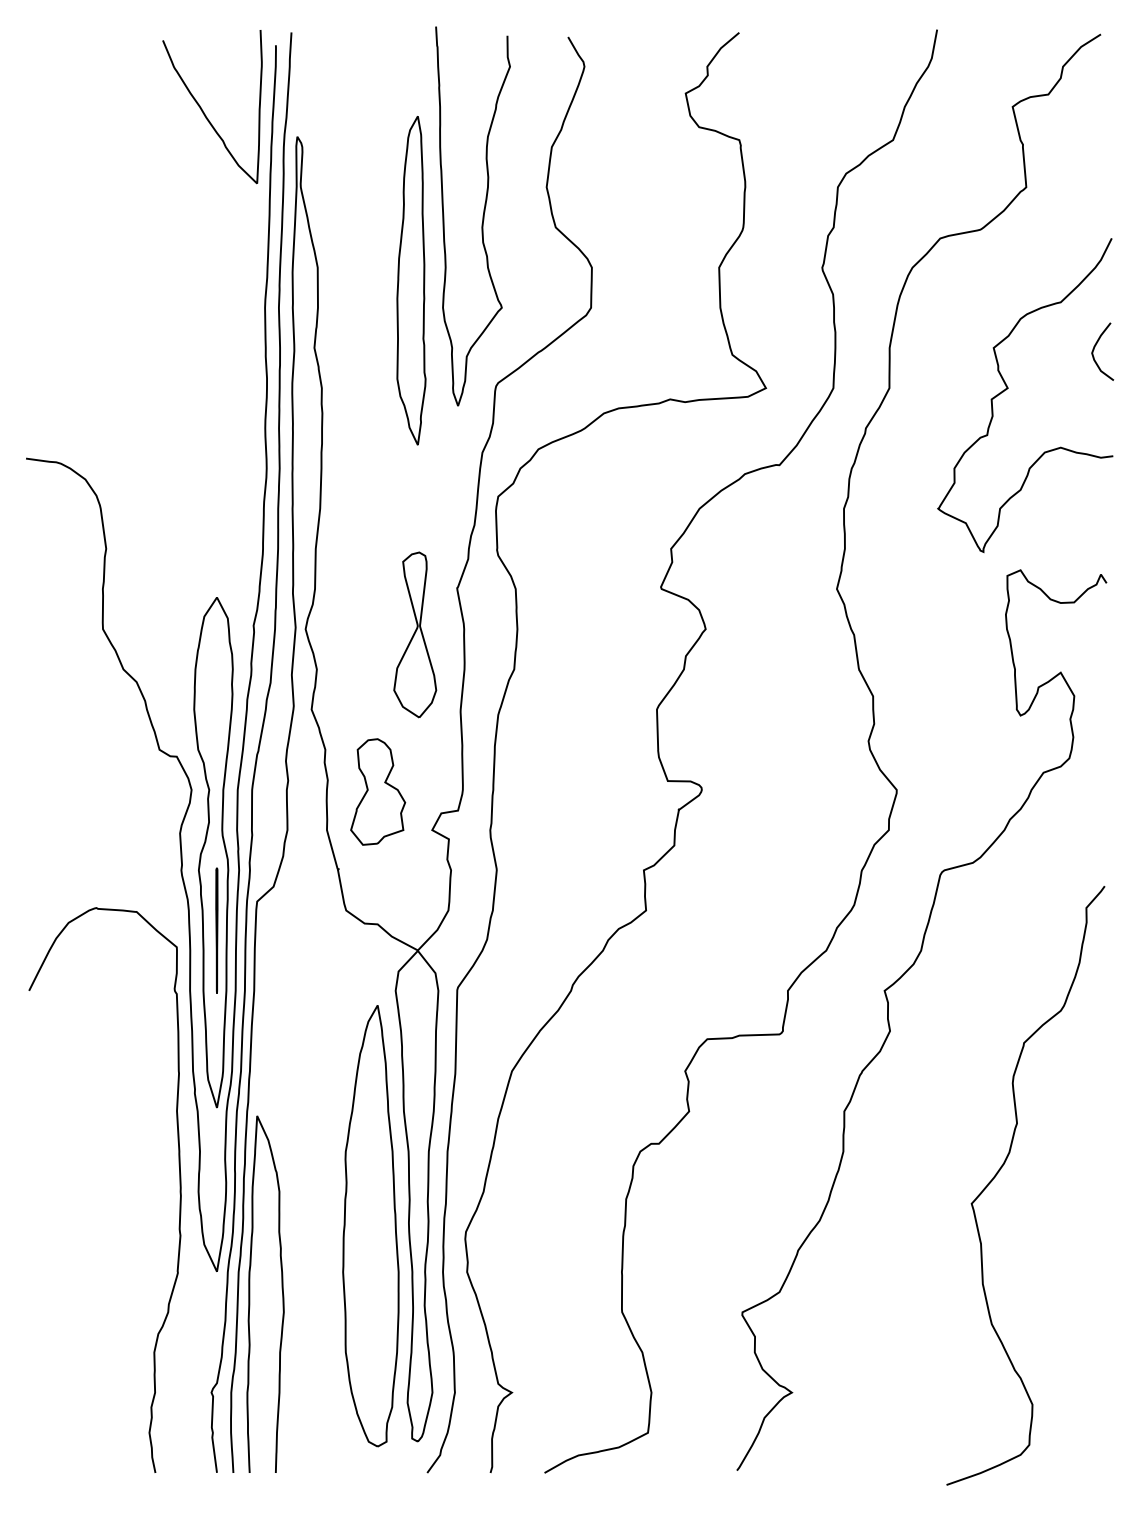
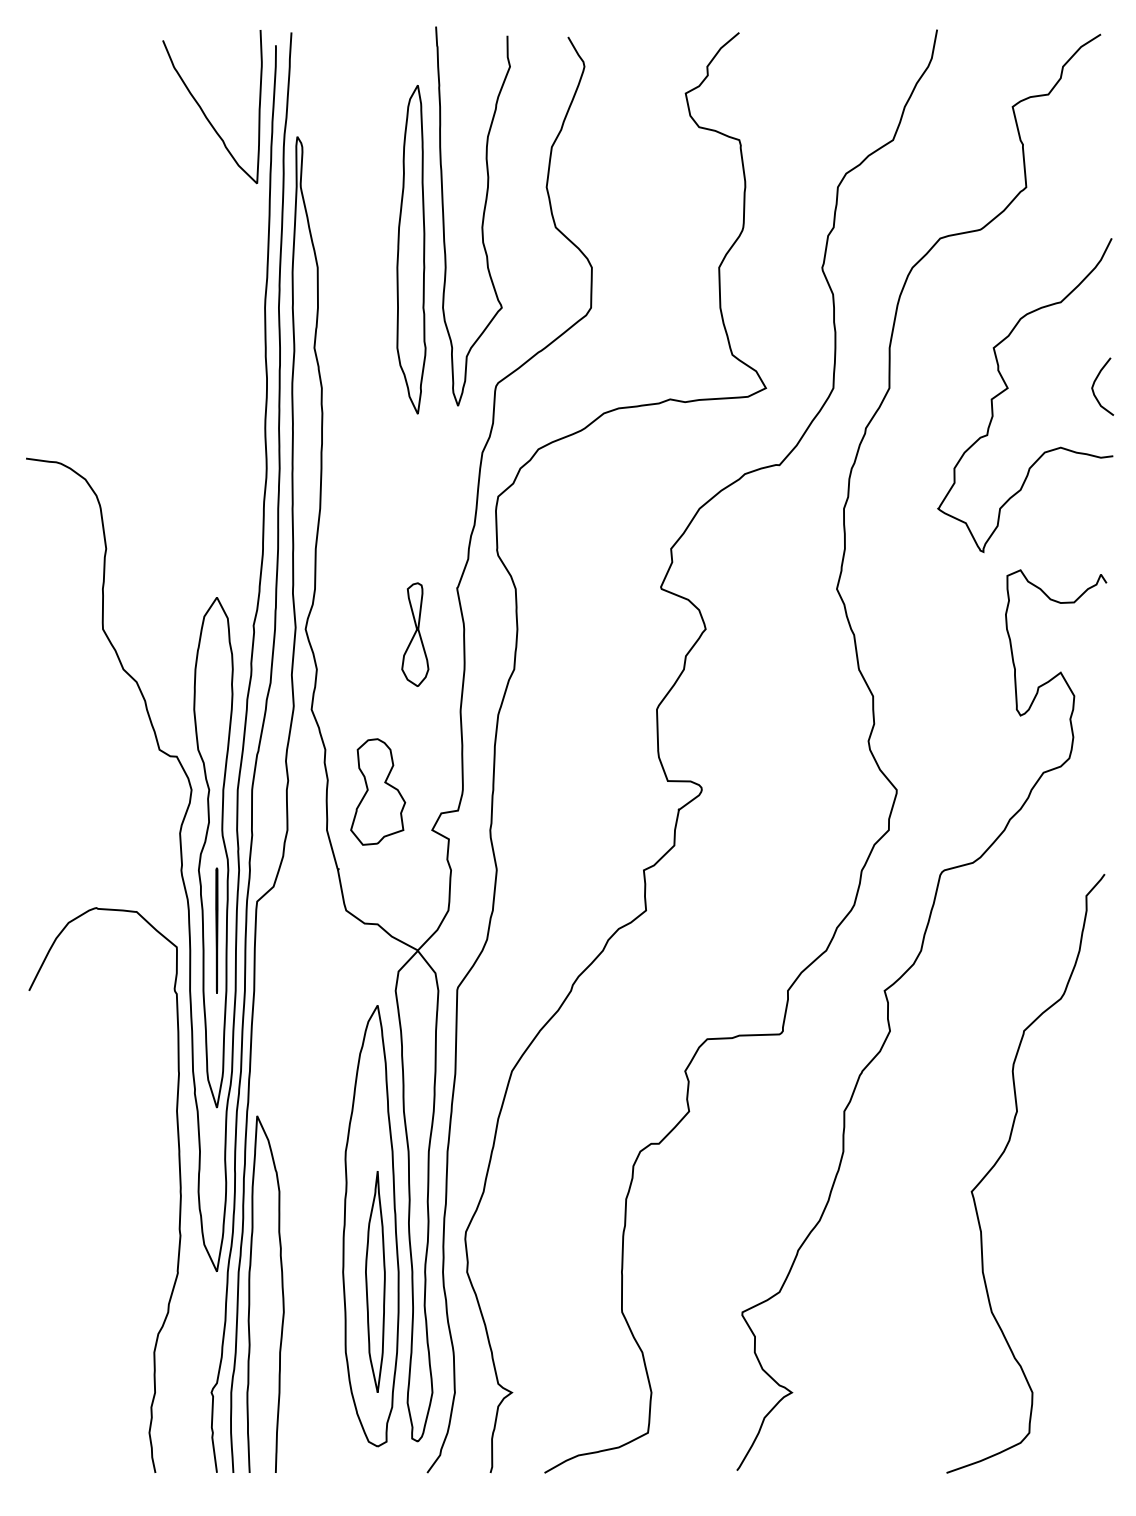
part at (411, 280) position: (411, 280) -> (411, 249)
curve at (1095, 347) position: (1095, 347) -> (1095, 382)
part at (415, 634) size: 45x168 px -> 29x105 px
curve at (1003, 1166) position: (1003, 1166) -> (1003, 1154)
part at (375, 1281): none -> present
